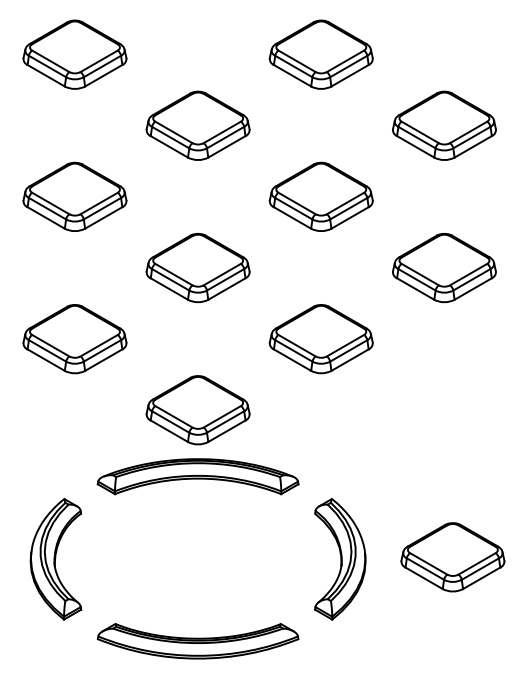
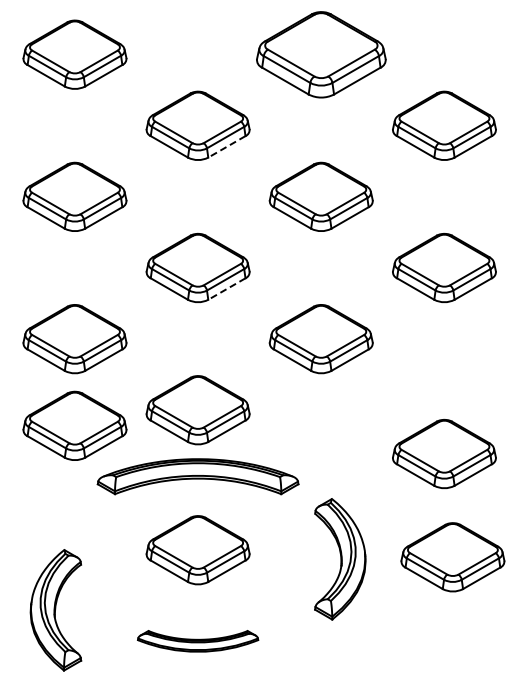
part at (320, 54) size: 106x71 px -> 131x88 px
line at (226, 147): solid -> dashed
line at (226, 289): solid -> dashed
part at (74, 425): none -> present
part at (444, 453): none -> present
part at (197, 550): none -> present
part at (55, 559) position: (55, 559) -> (55, 610)
part at (197, 641) size: 204x37 px -> 123x23 px
